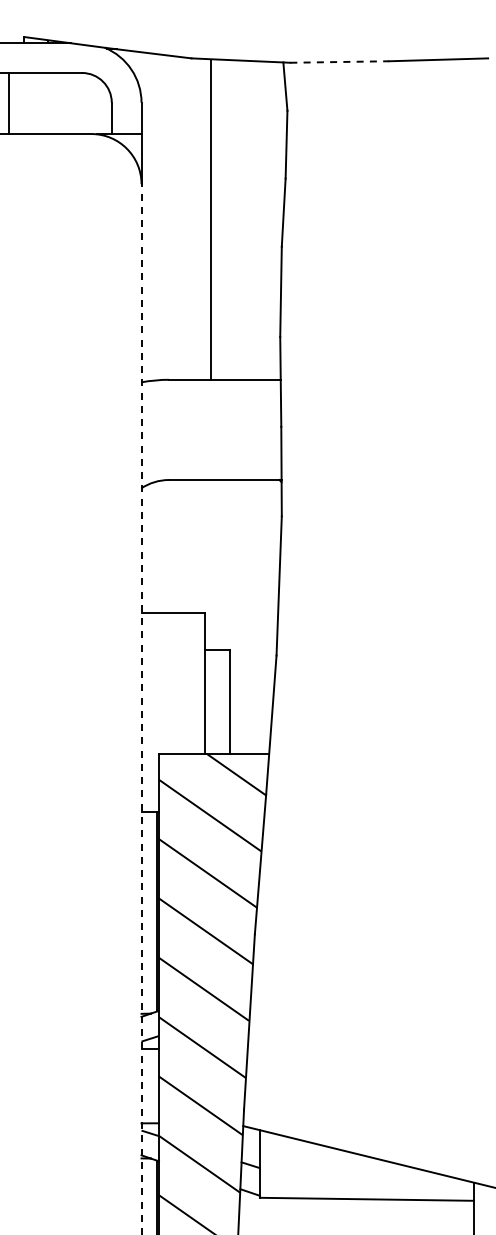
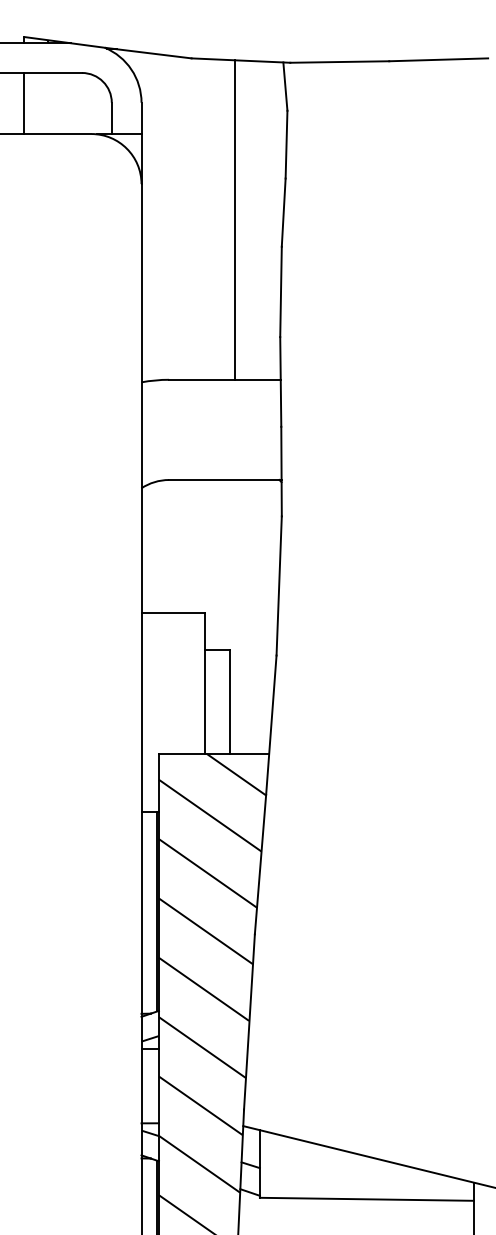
line at (340, 62): dashed -> solid
line at (9, 103) position: (9, 103) -> (24, 103)
line at (211, 219) position: (211, 219) -> (235, 219)
line at (141, 708): dashed -> solid
